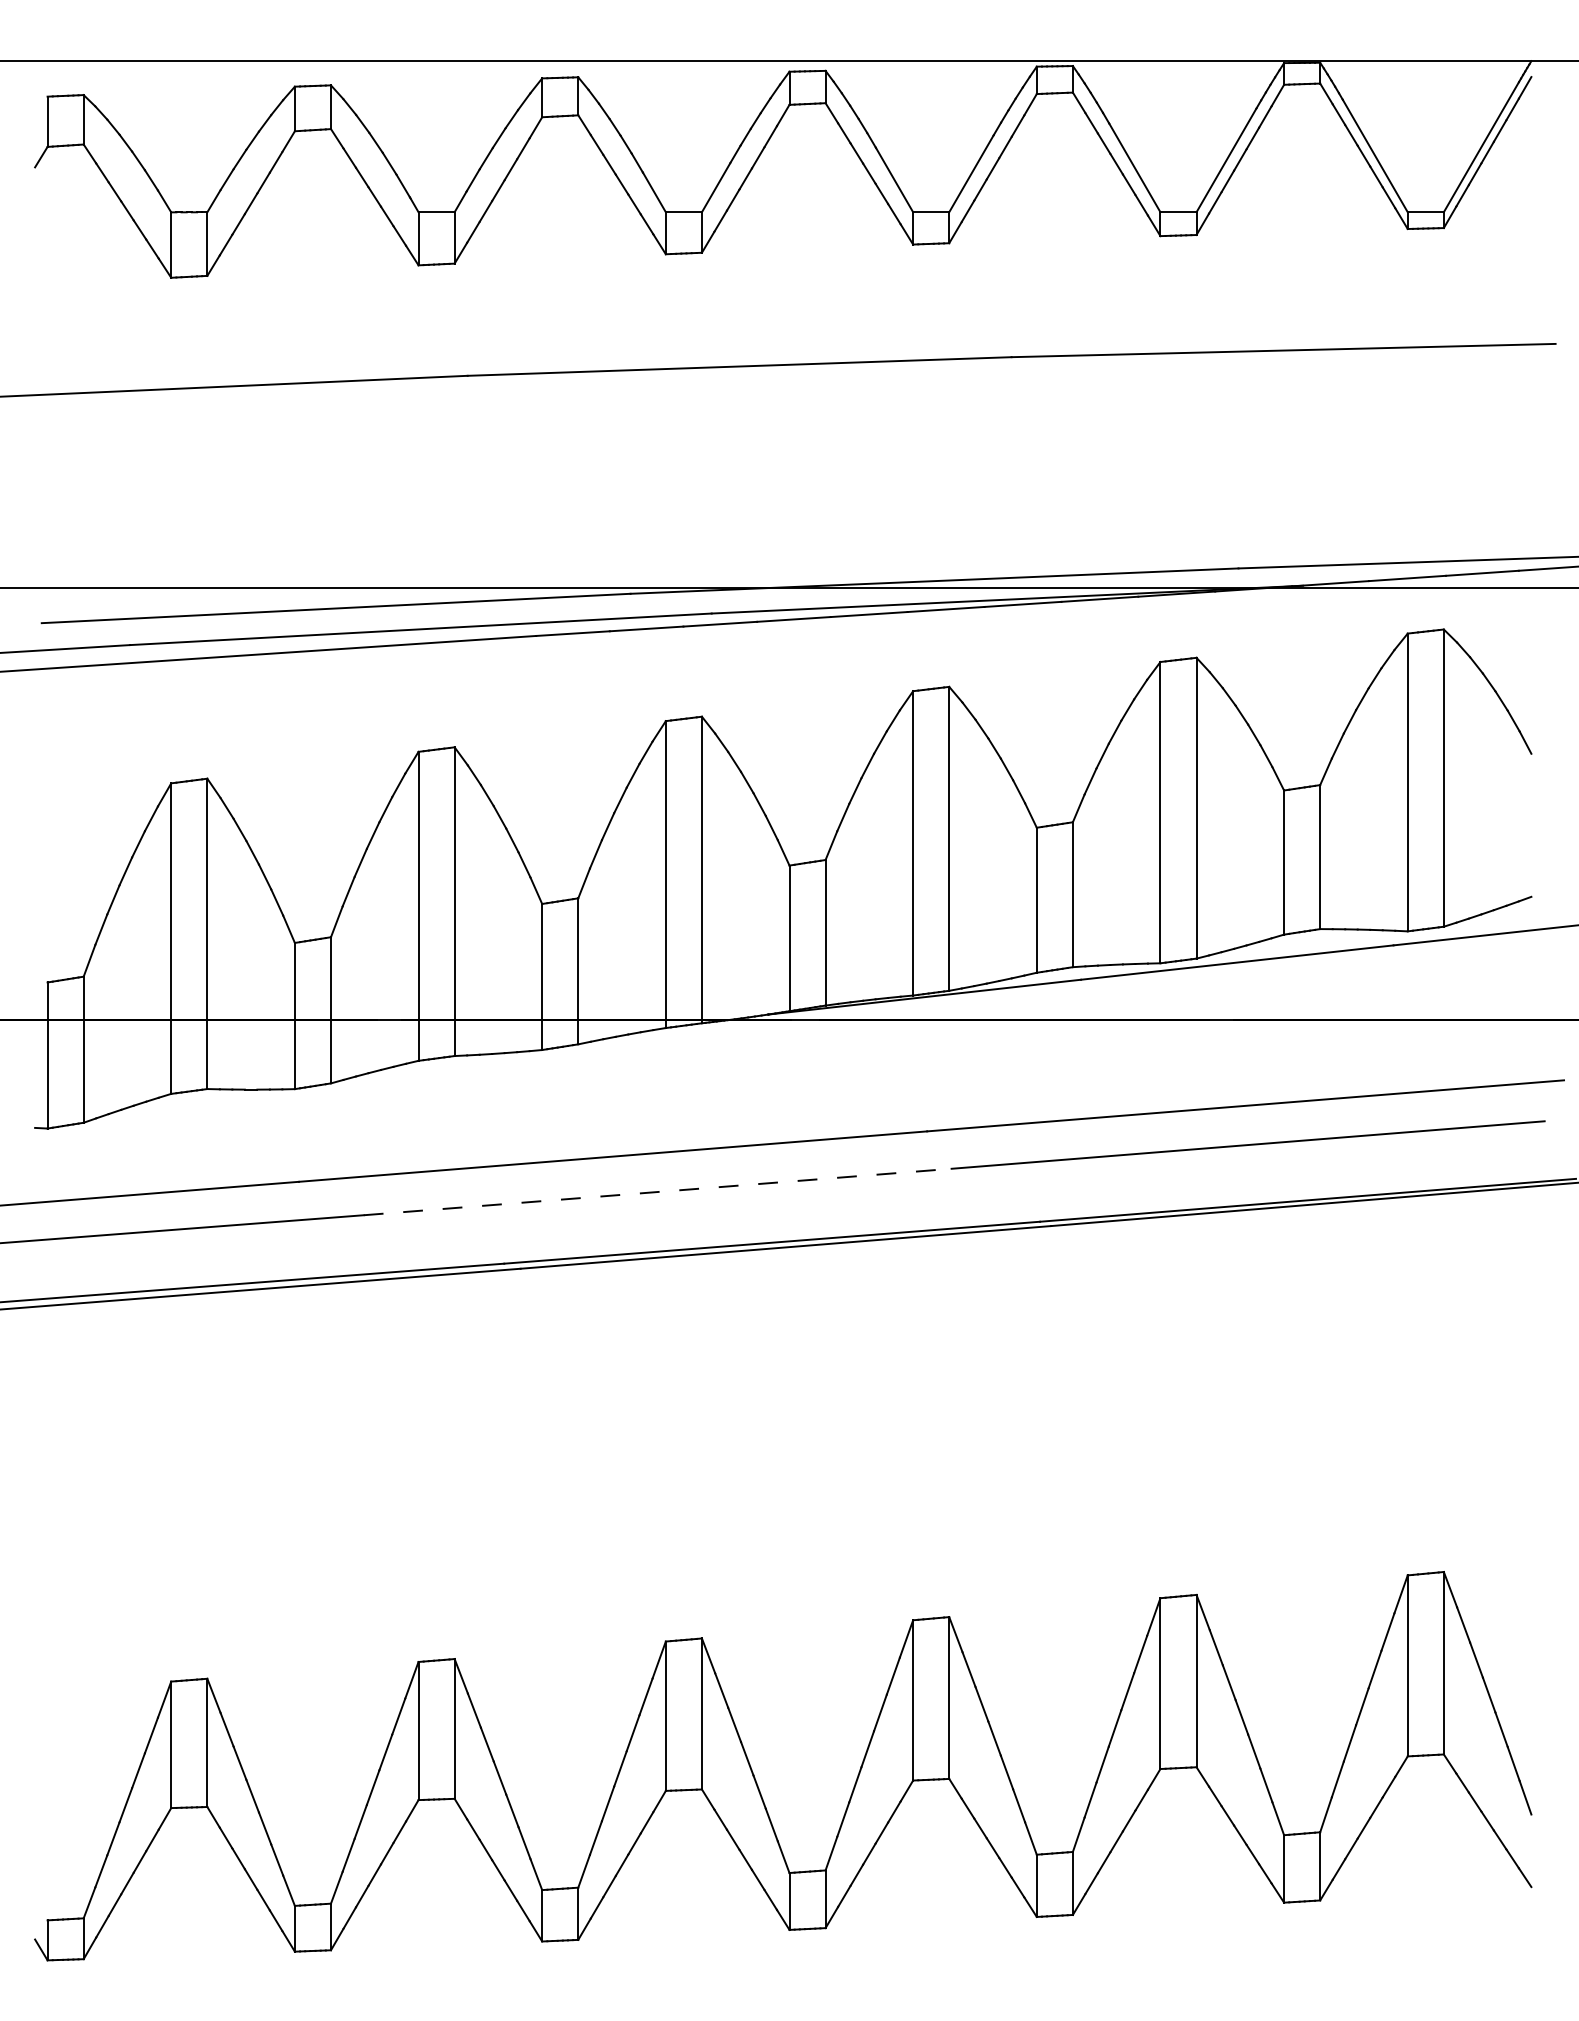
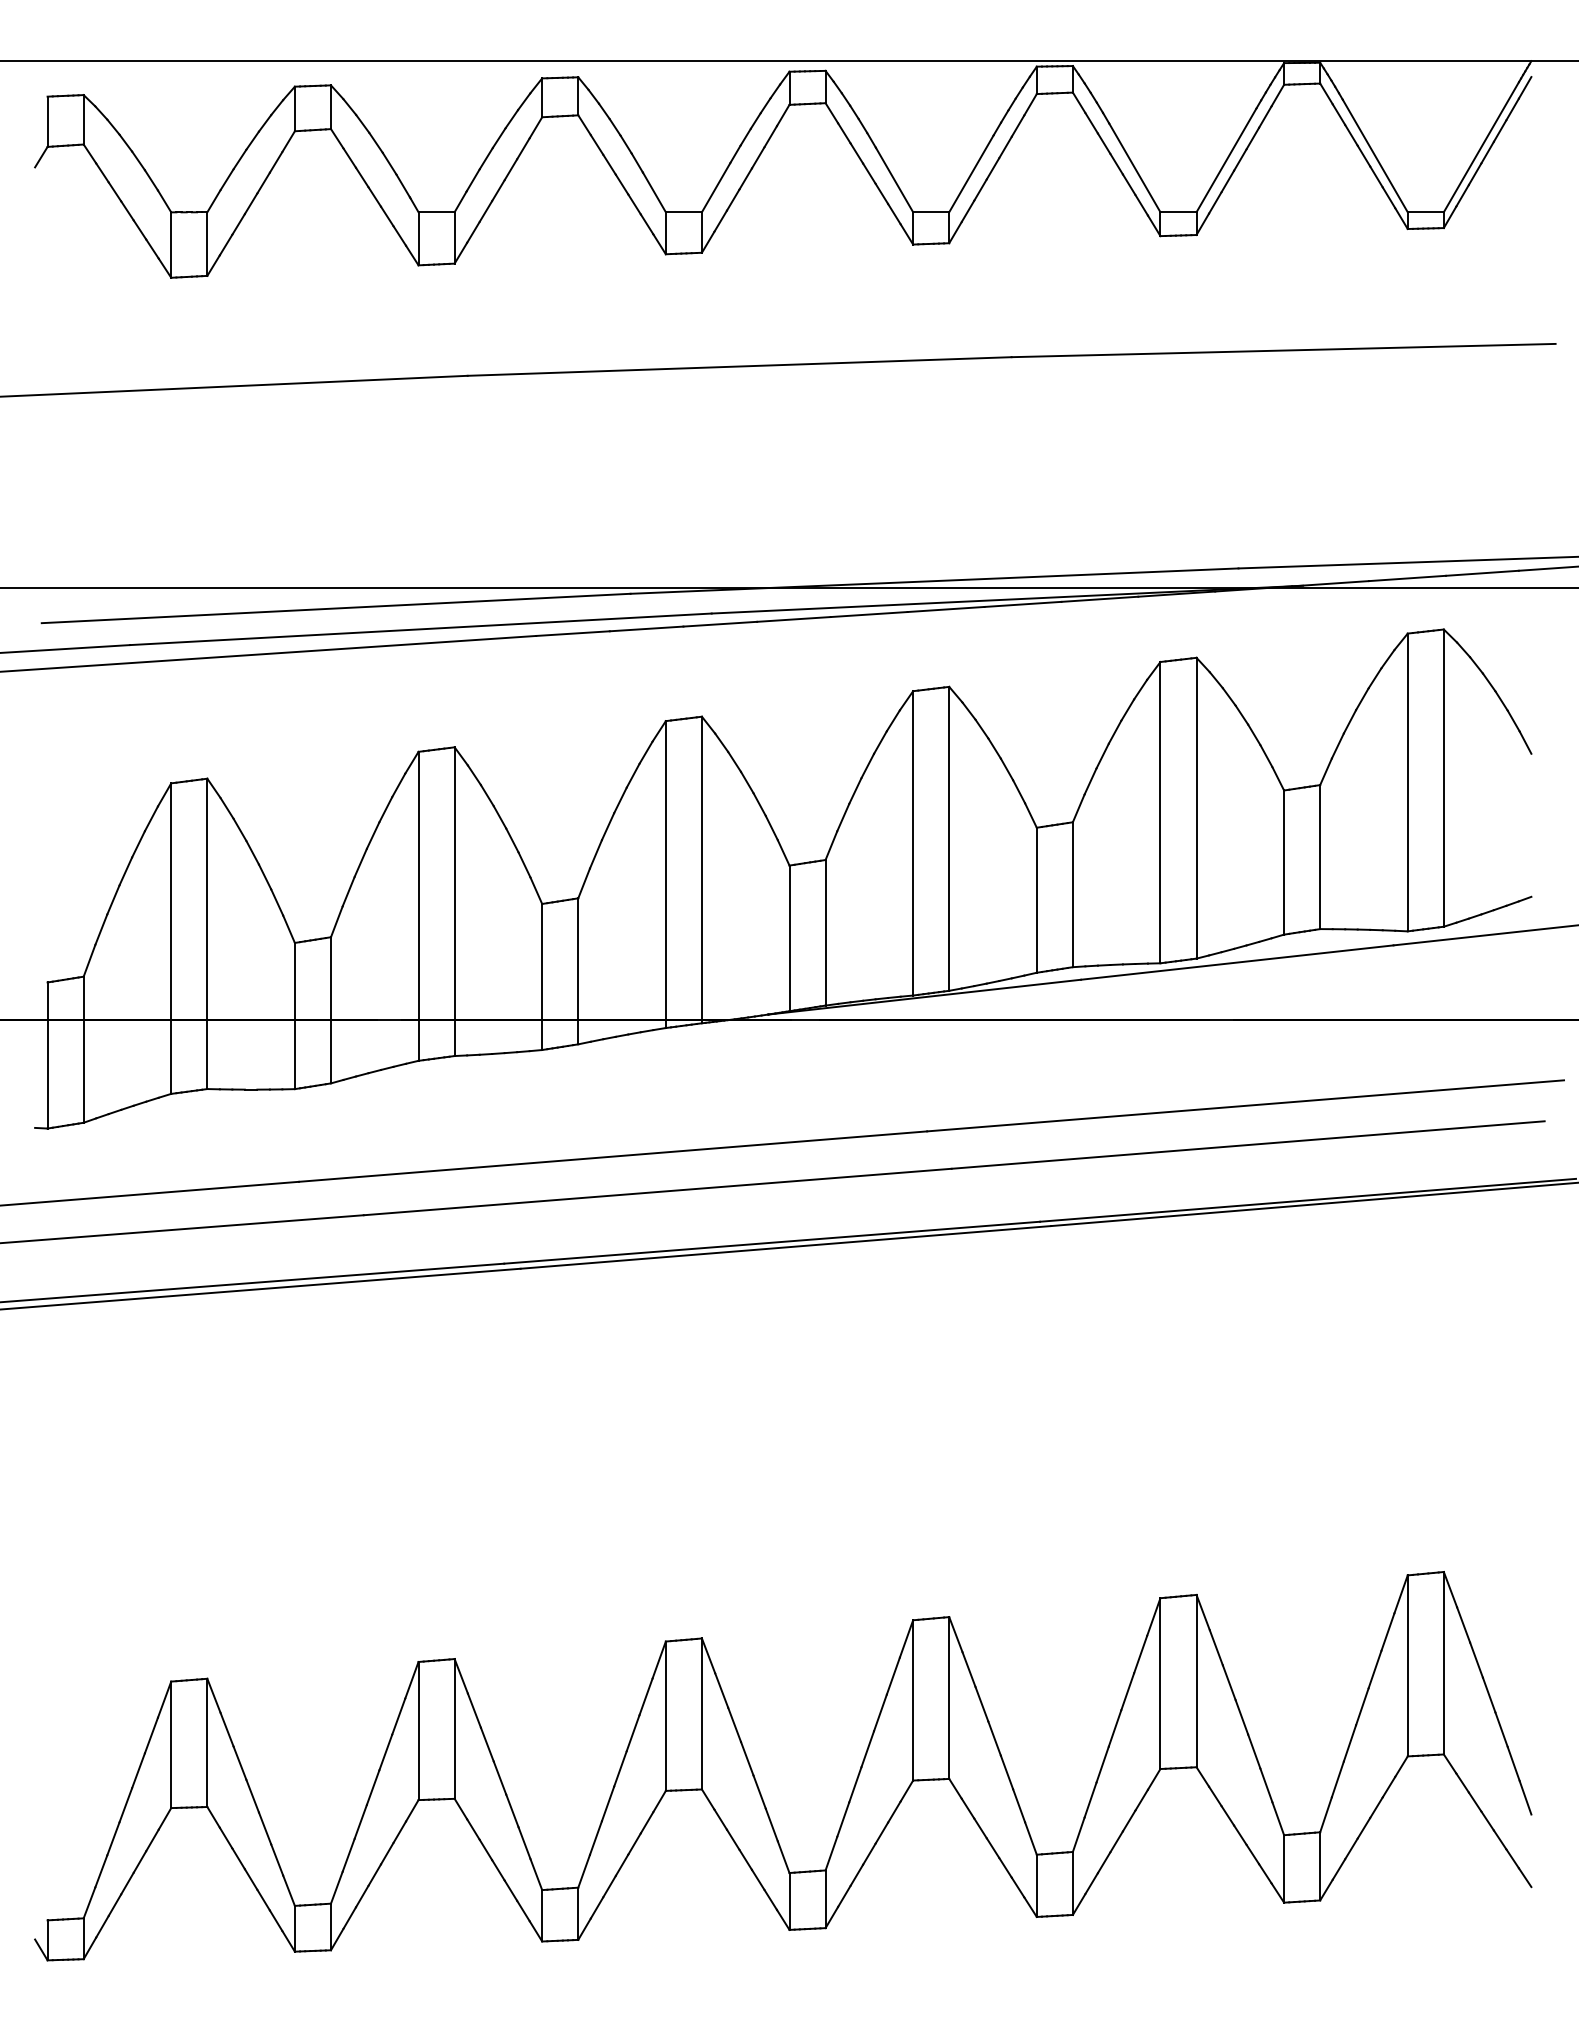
line at (657, 1192): dashed -> solid
